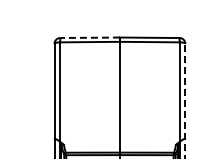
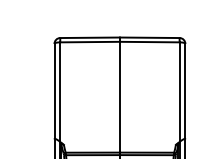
line at (90, 37): dashed -> solid
line at (185, 100): dashed -> solid
